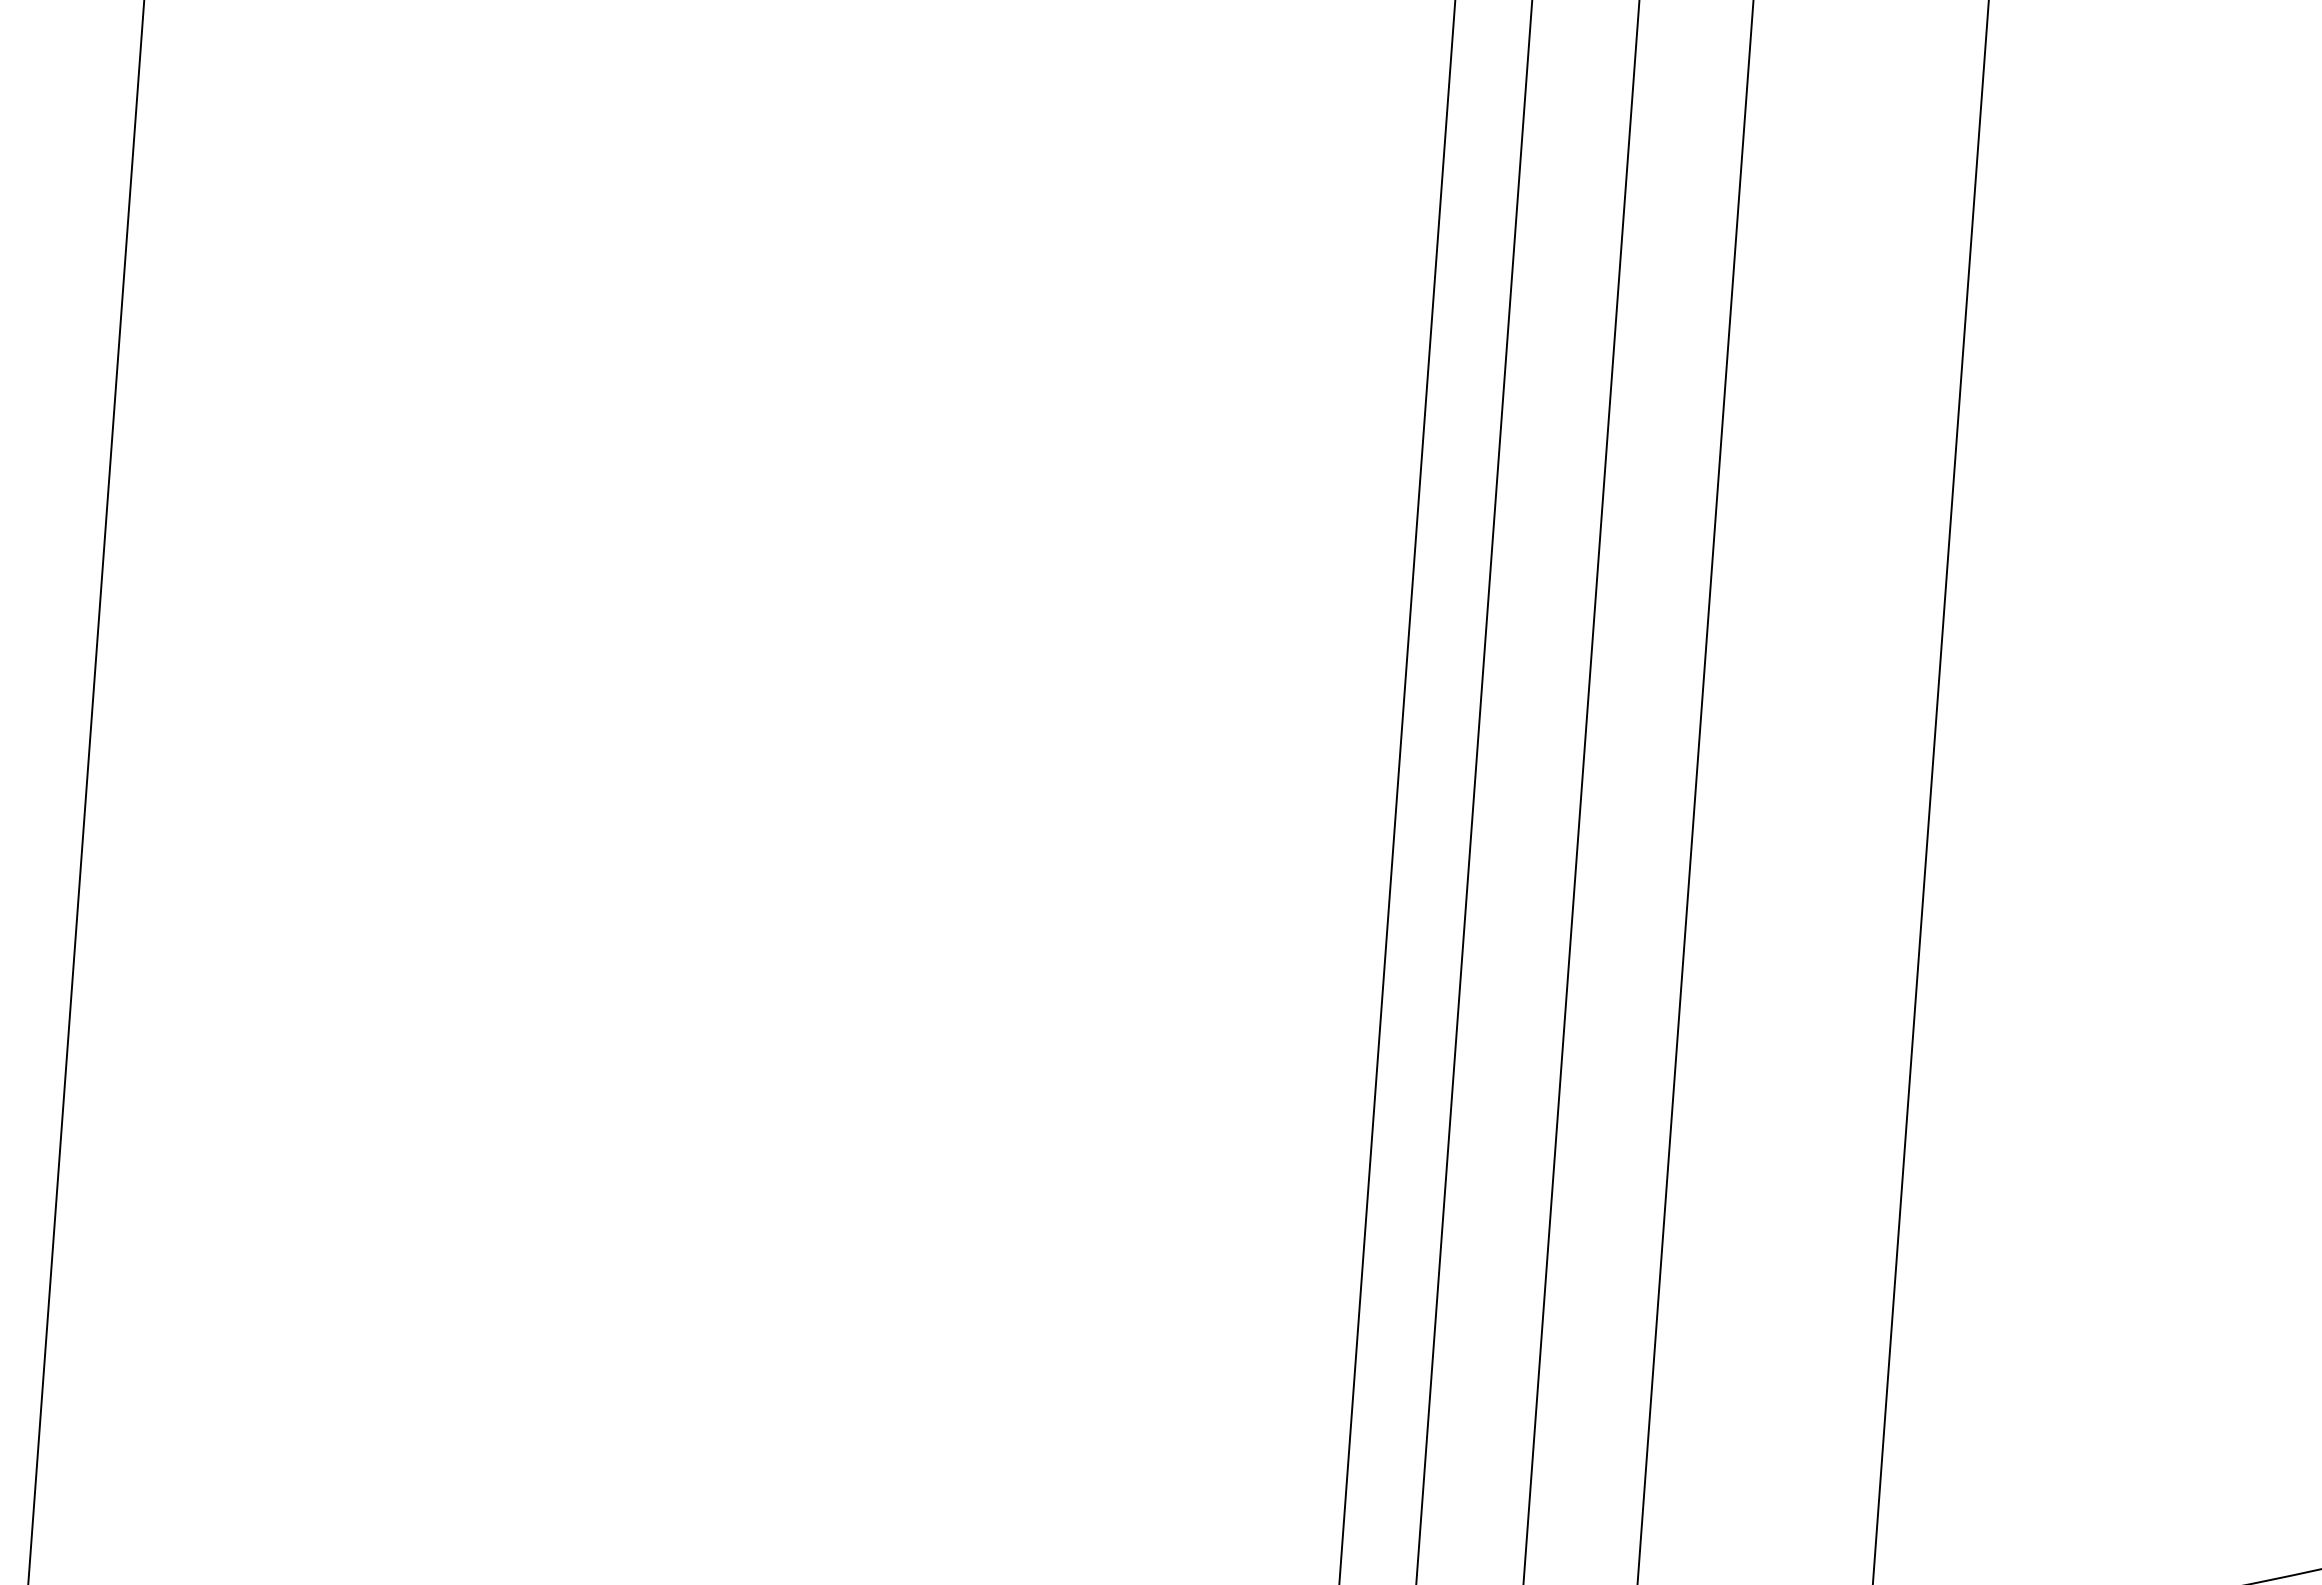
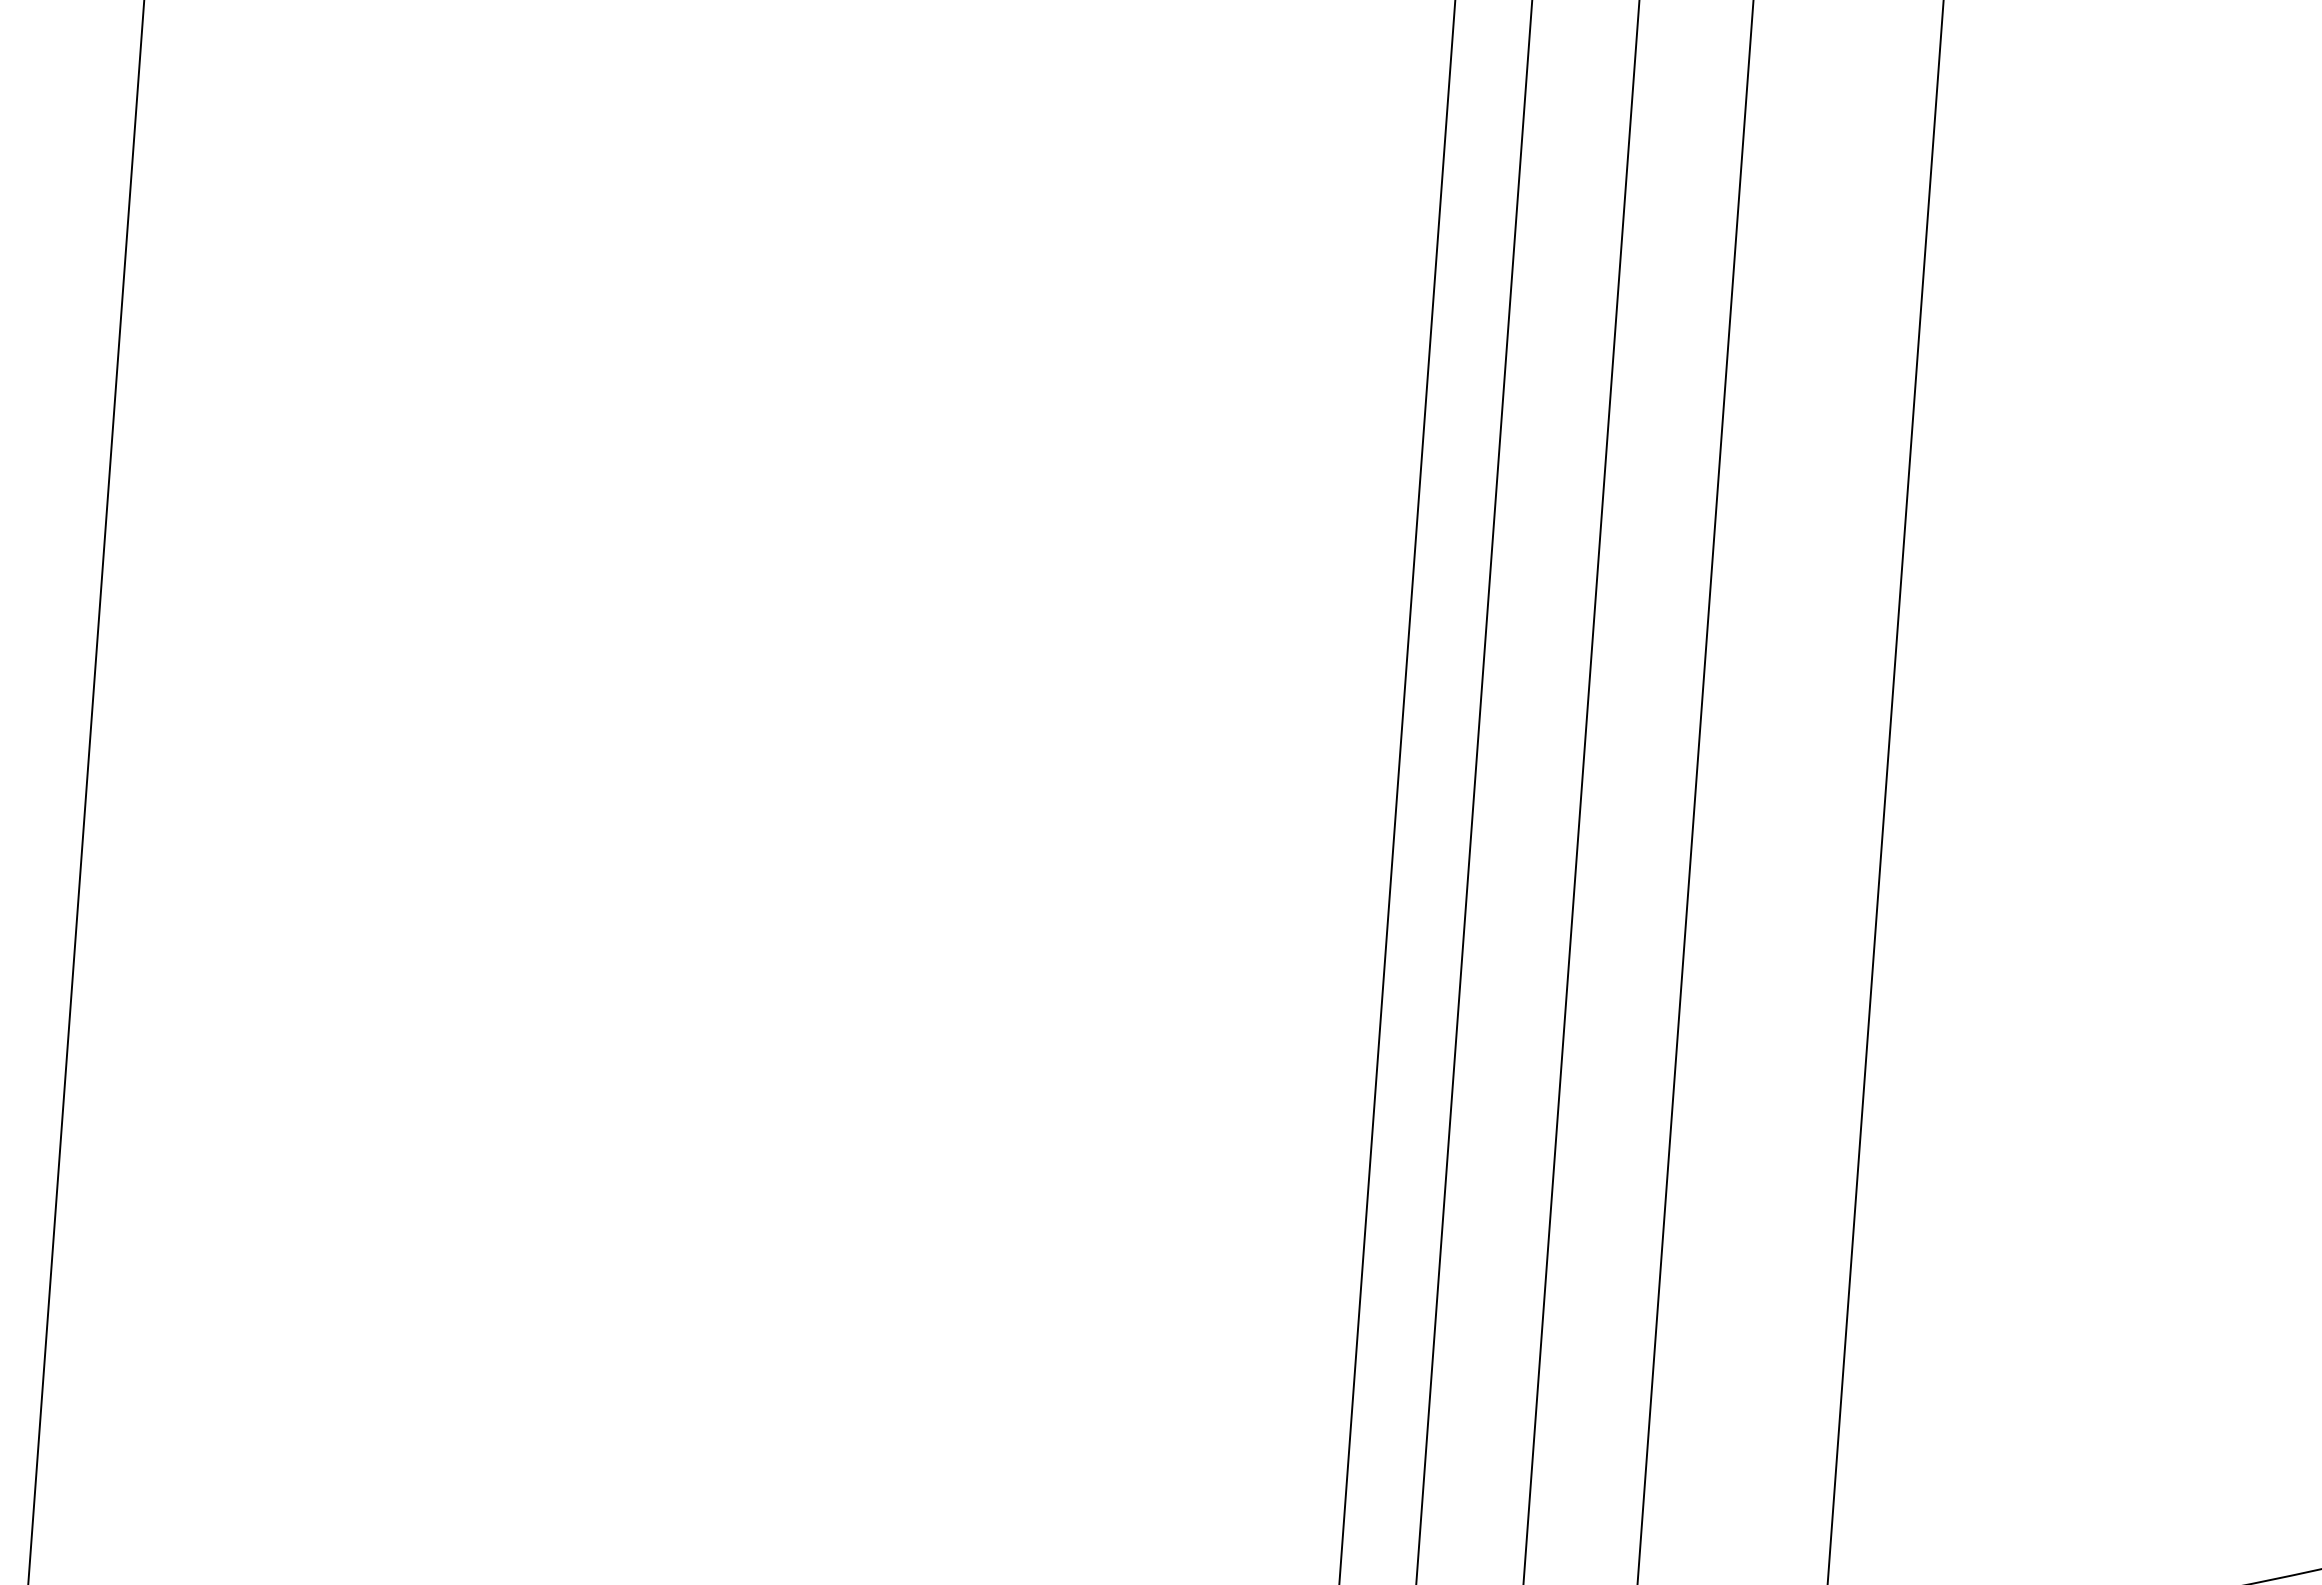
line at (1930, 791) position: (1930, 791) -> (1885, 791)
